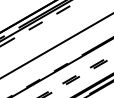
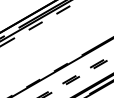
line at (56, 45): present -> none
